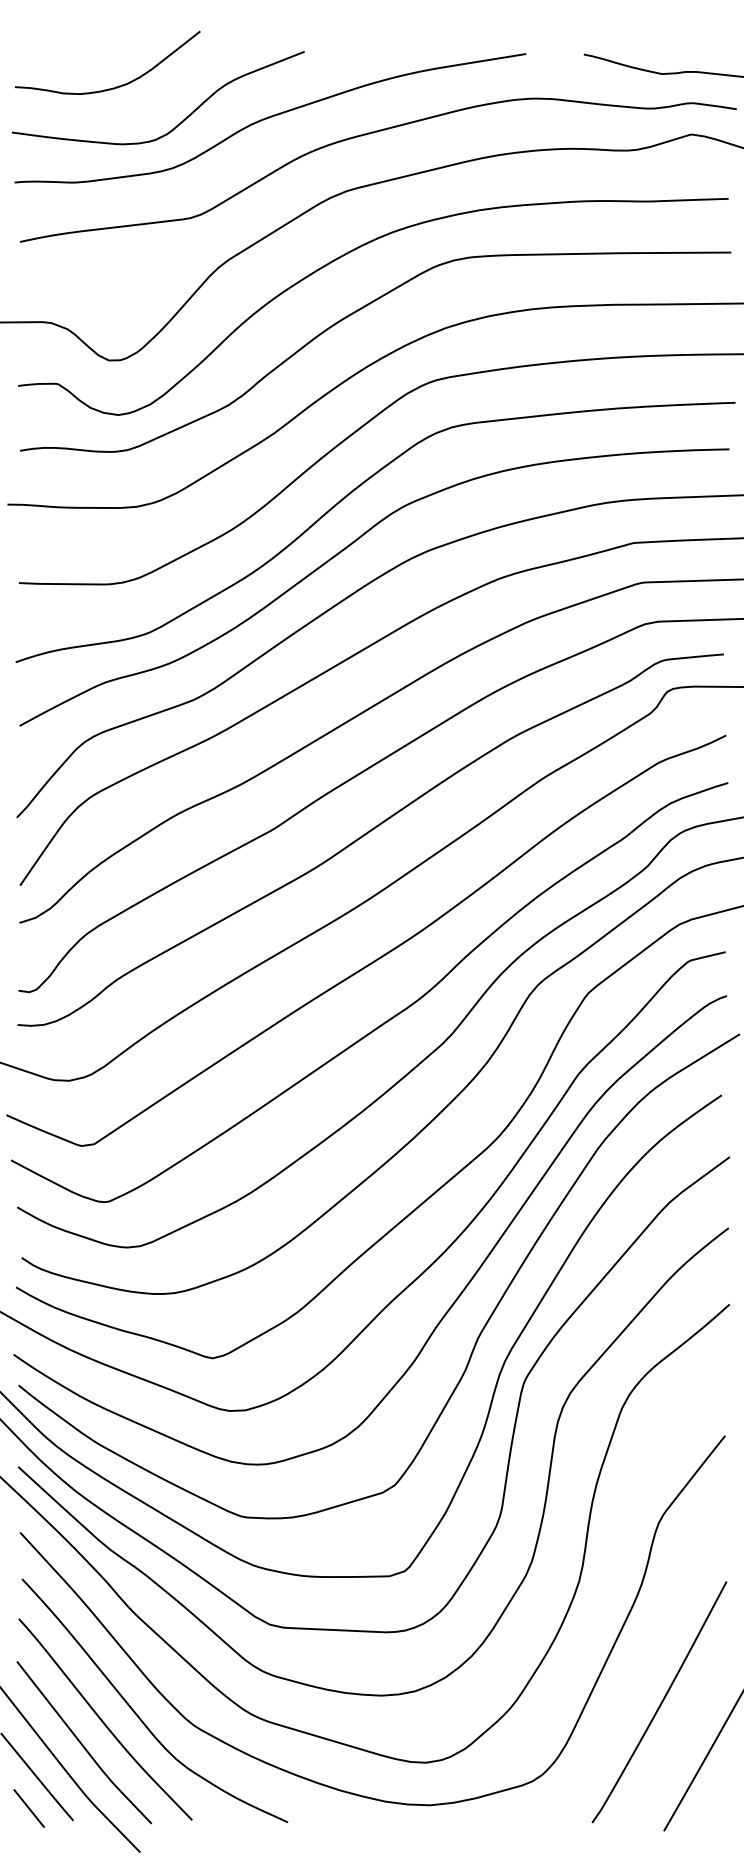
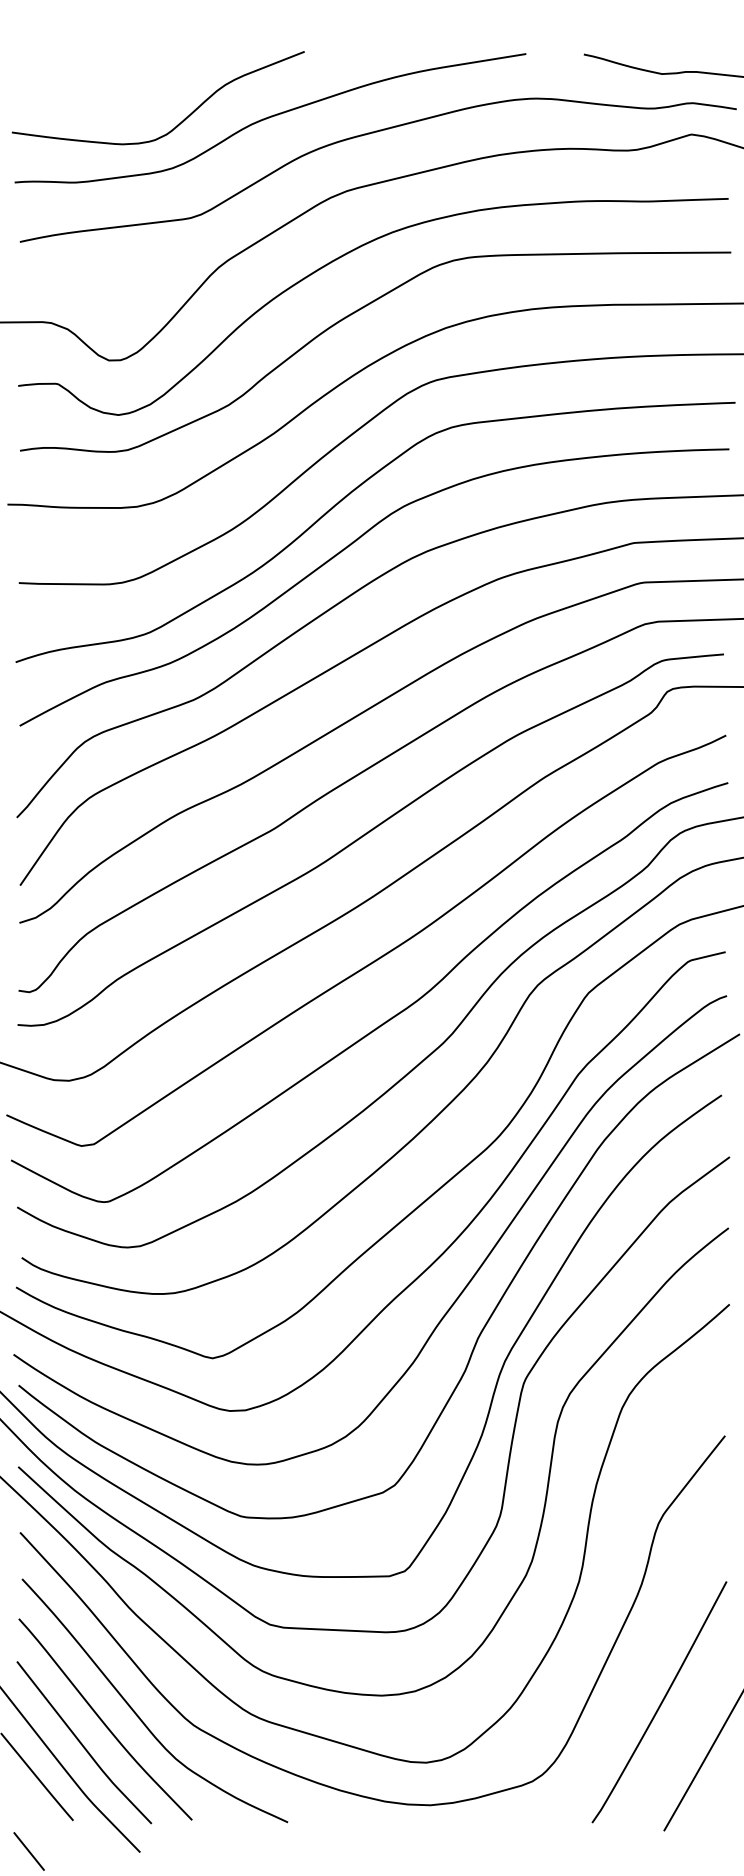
curve at (112, 87): present -> none
line at (28, 1808) position: (28, 1808) -> (28, 1851)
